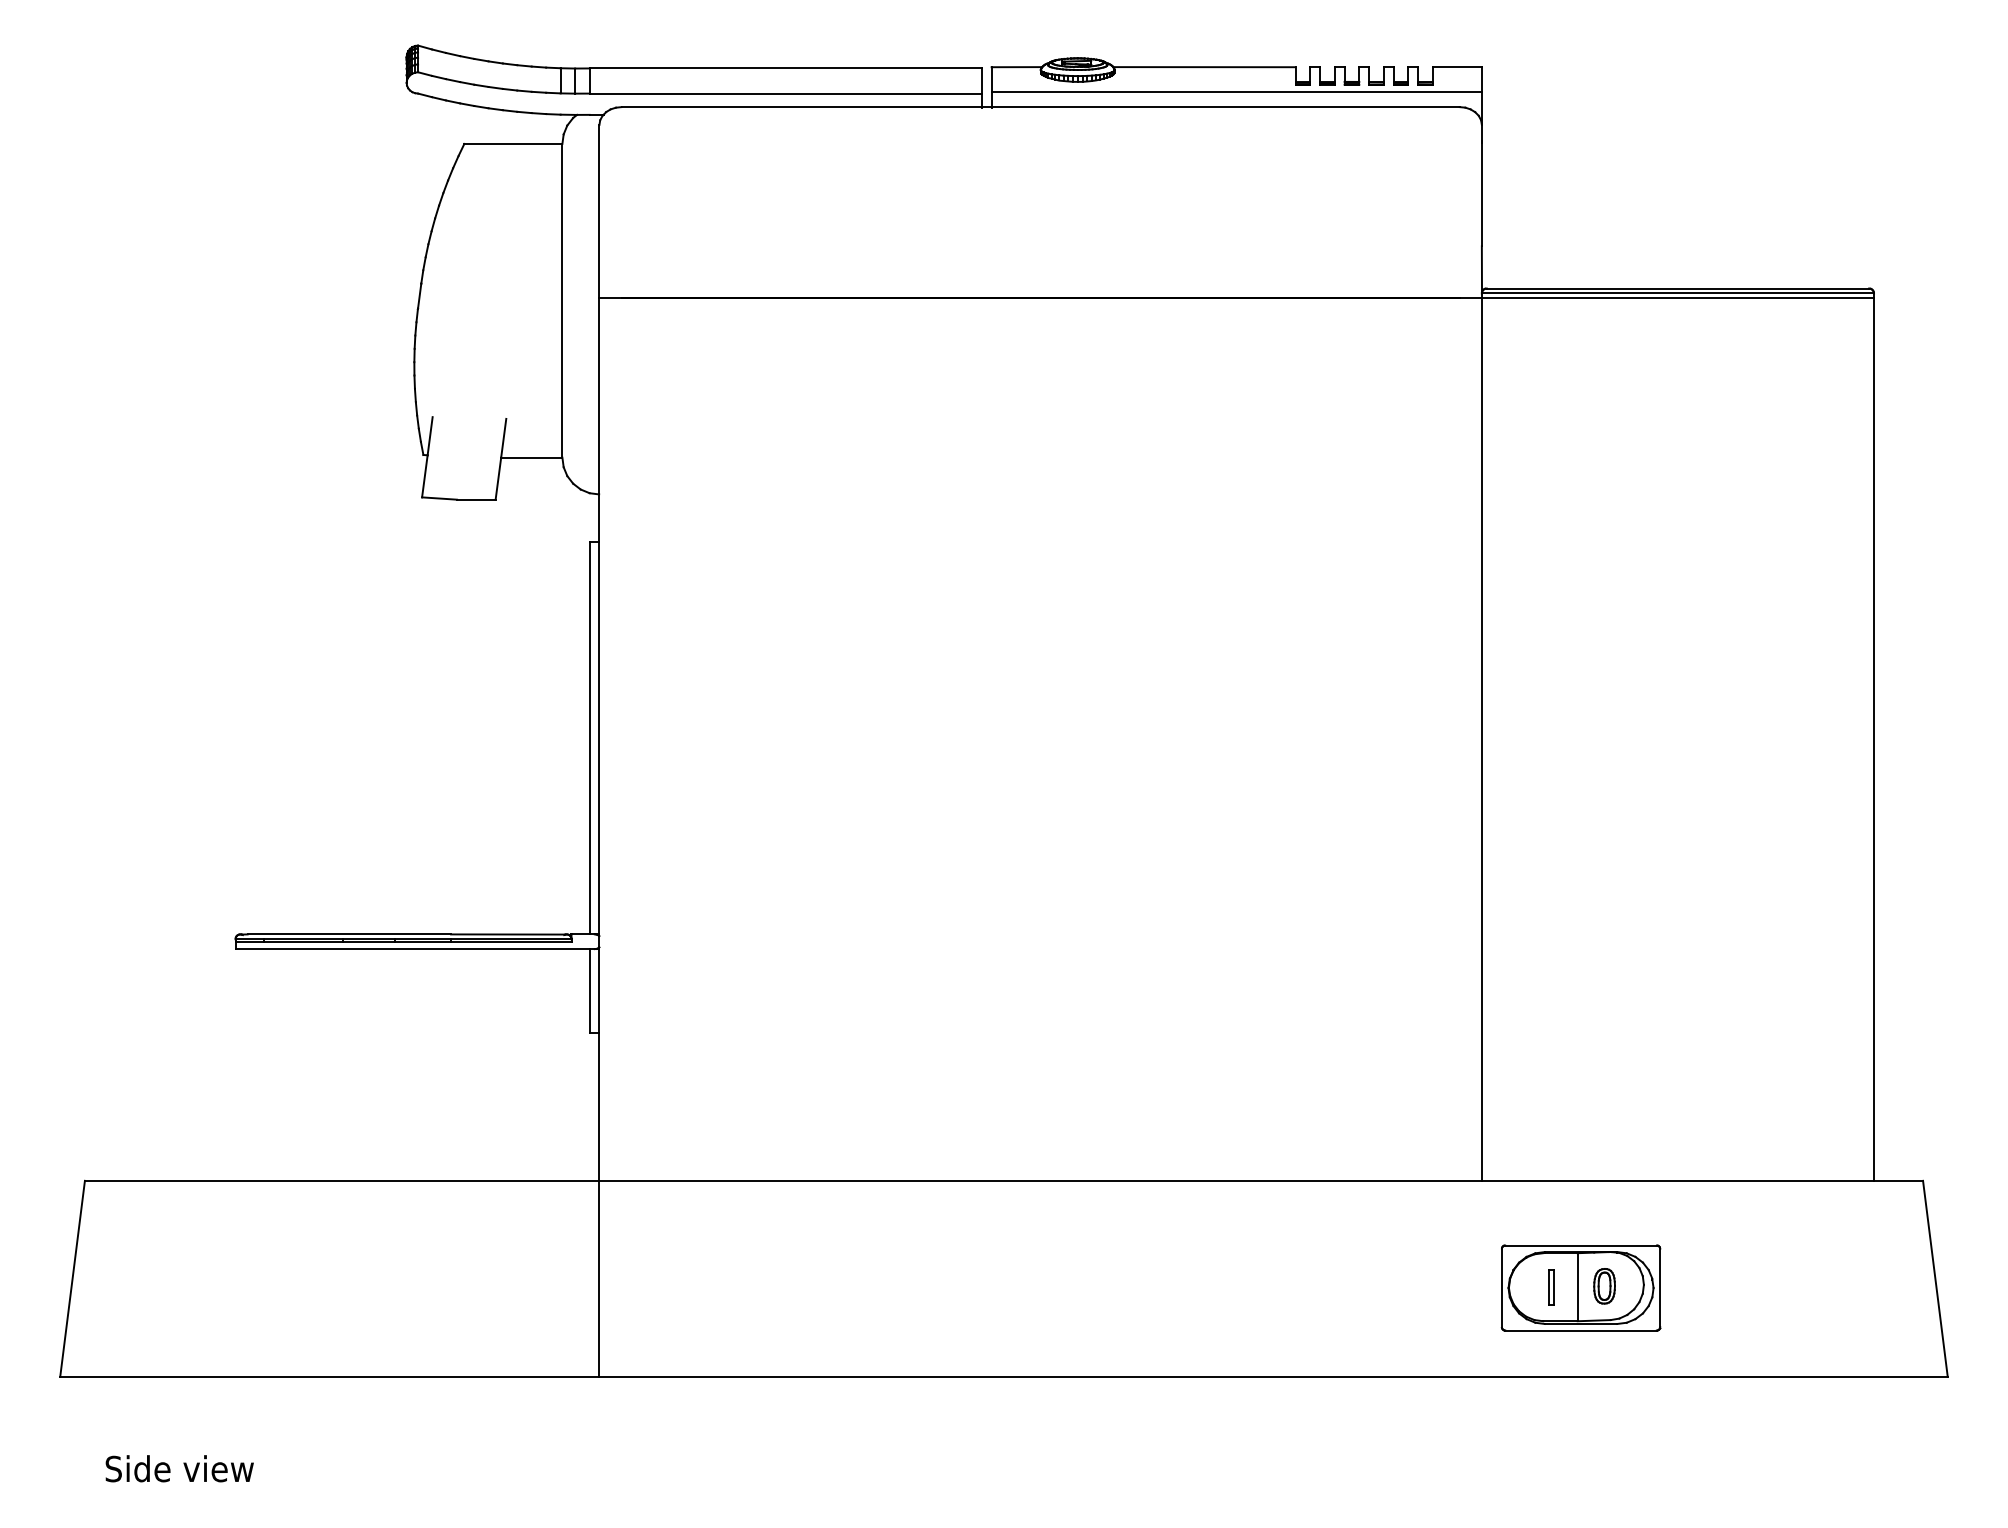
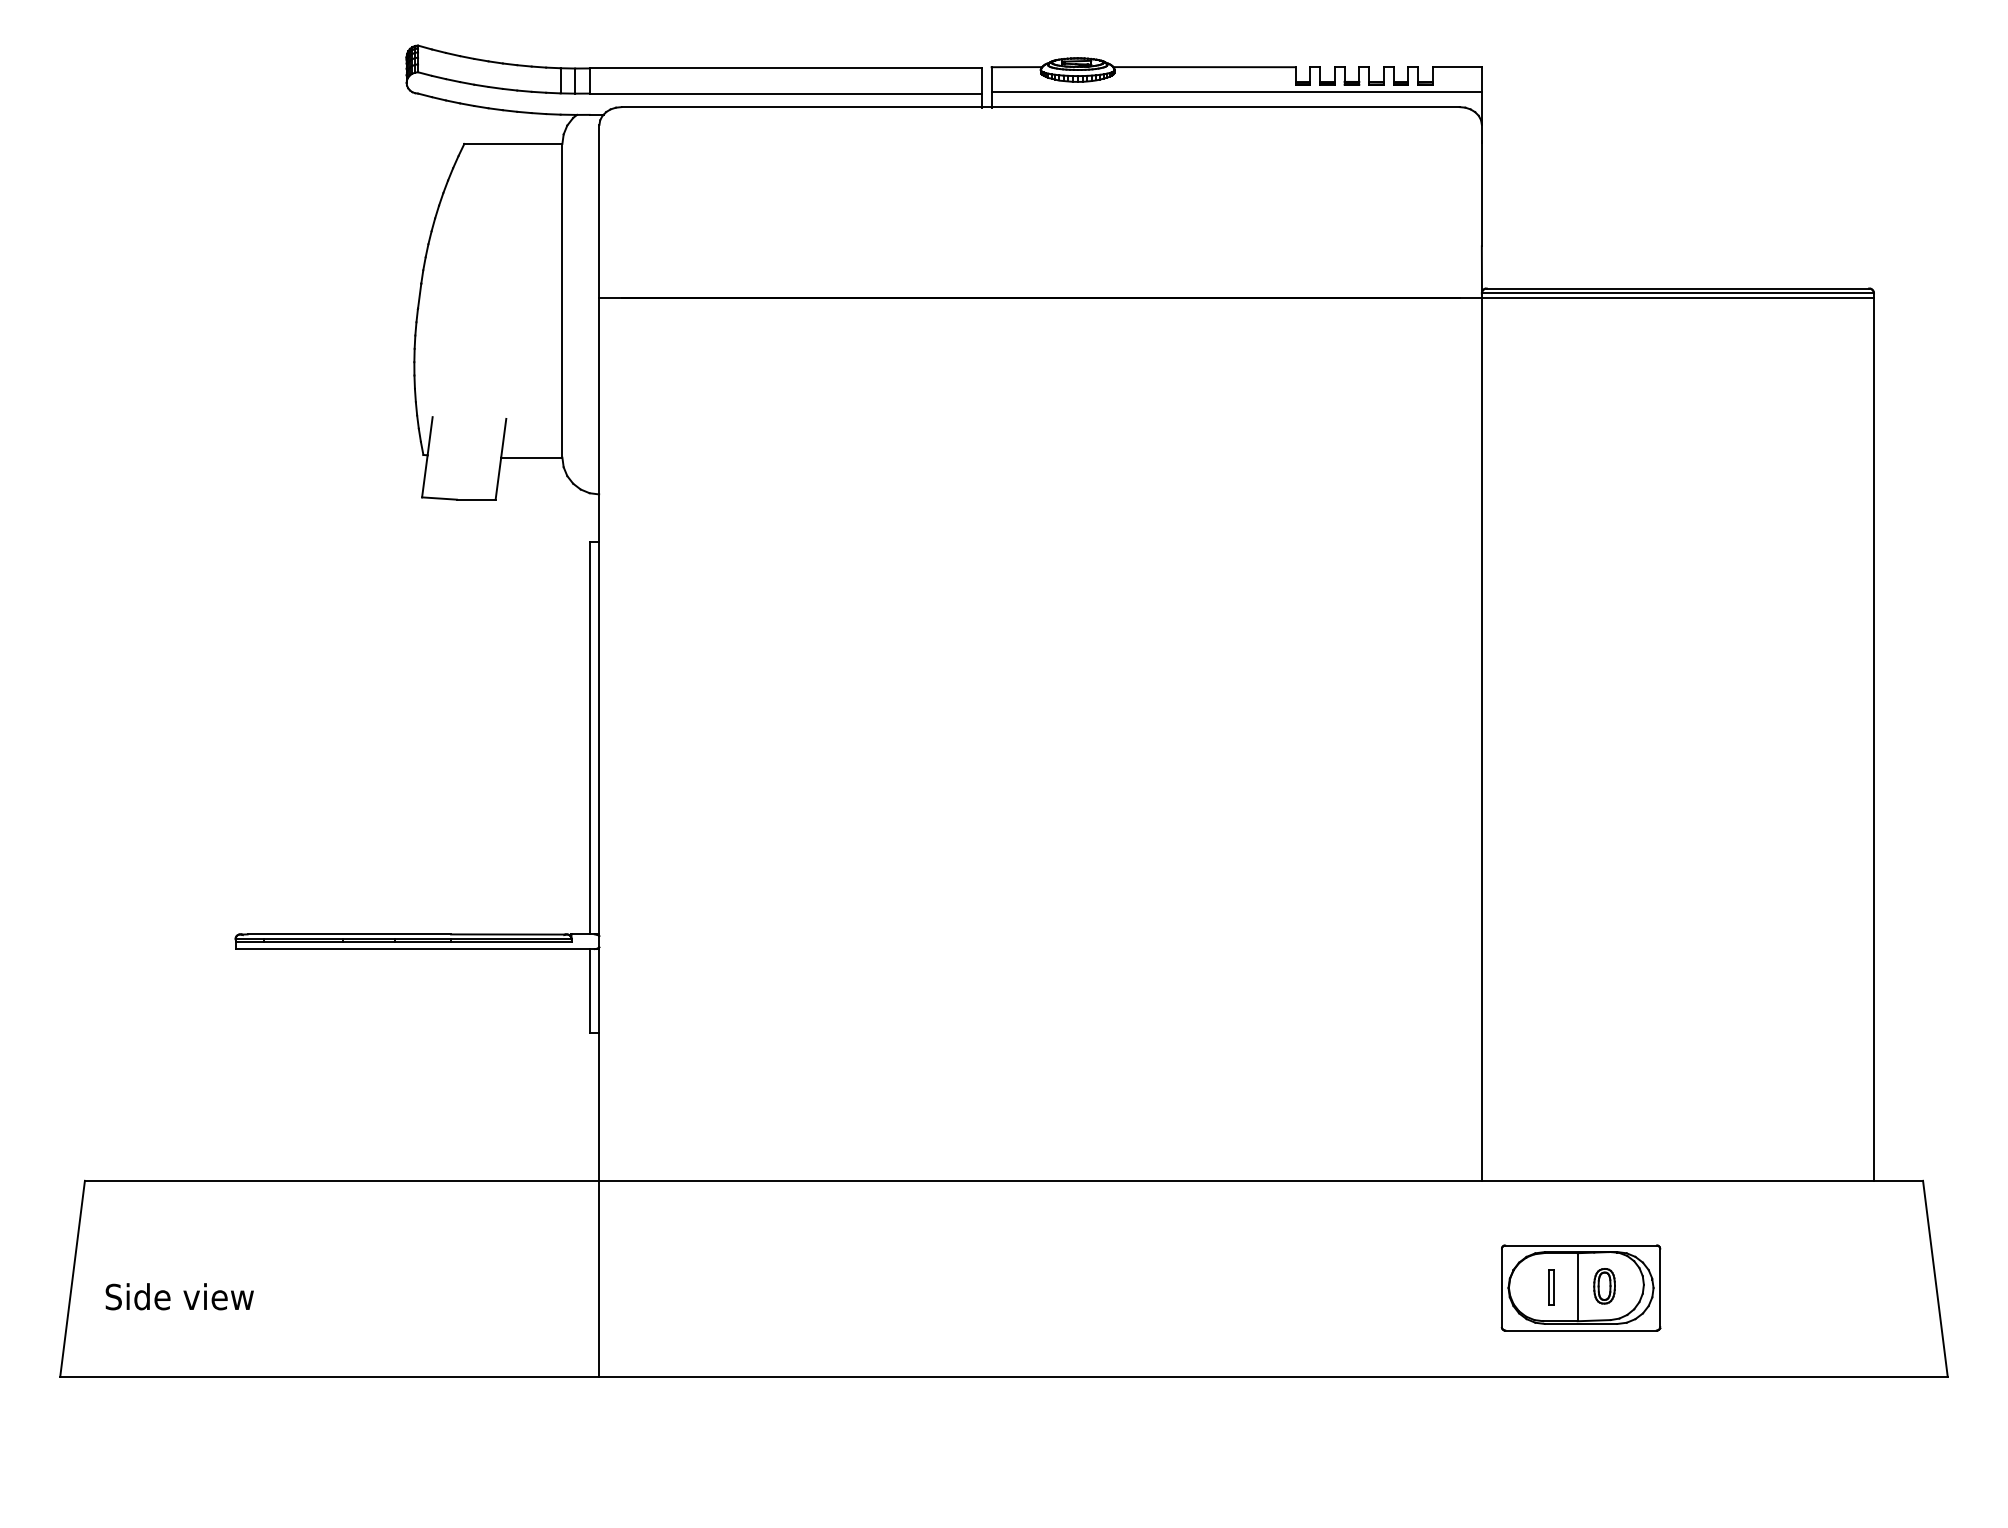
text at (179, 1468) position: (179, 1468) -> (179, 1296)
